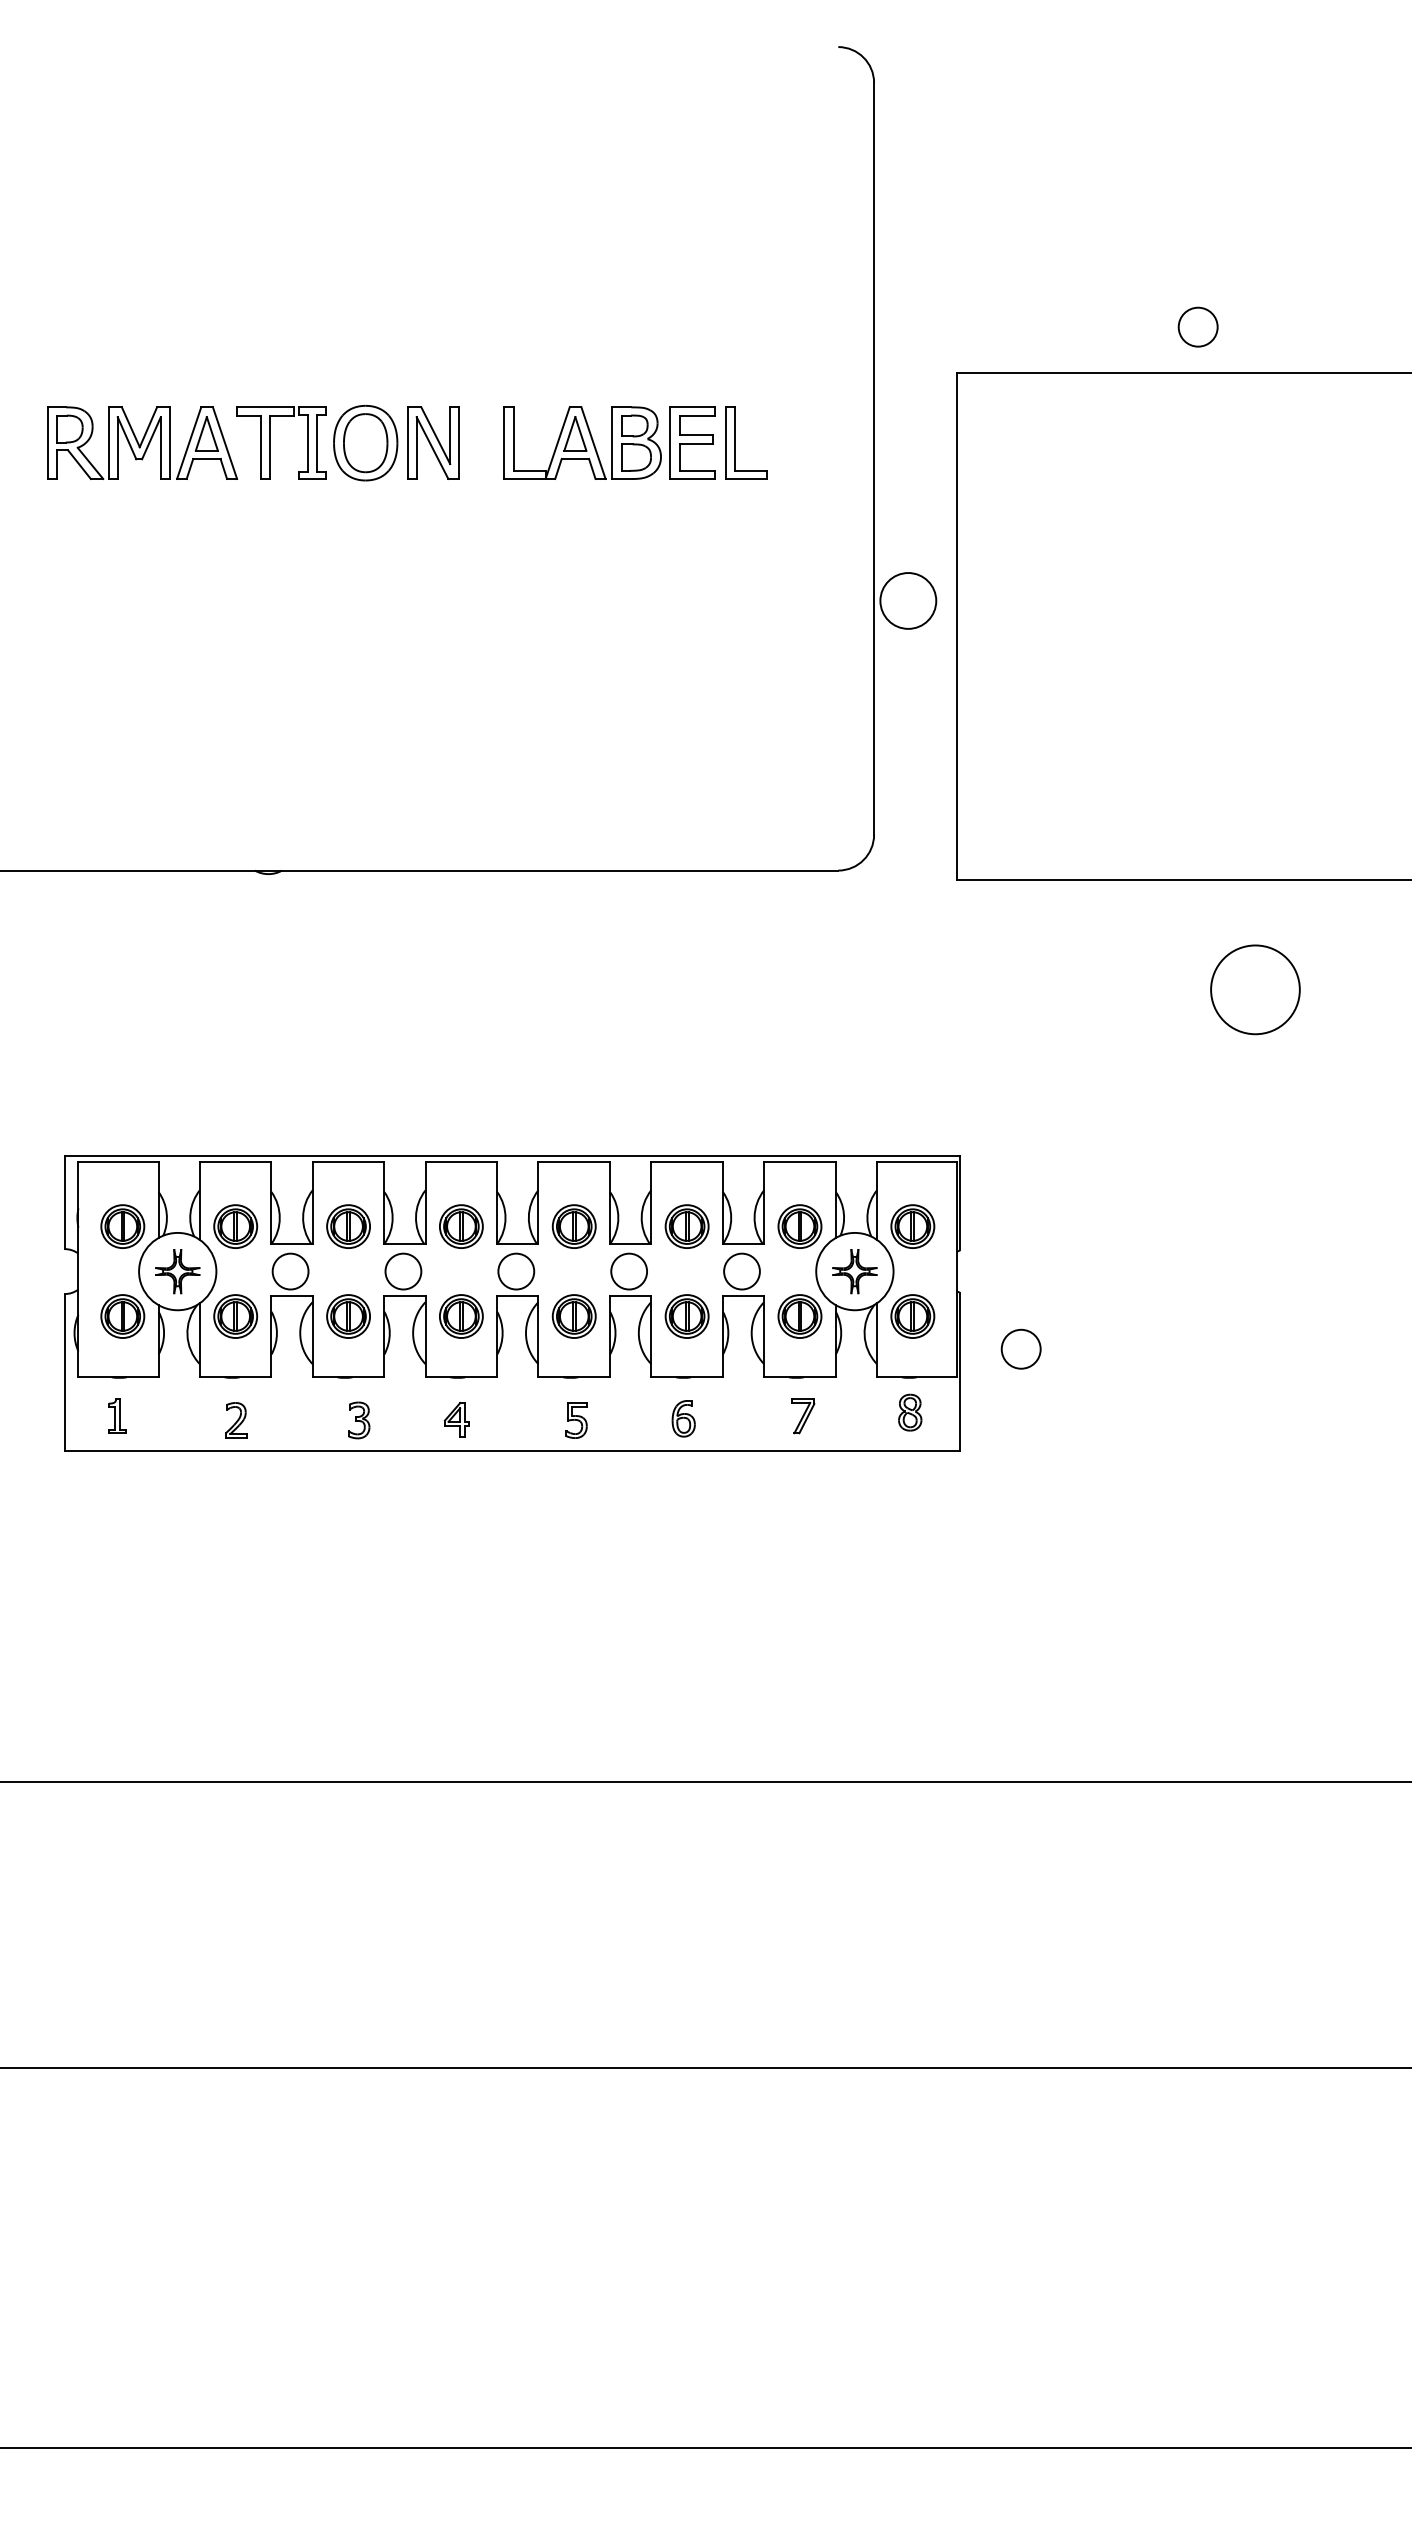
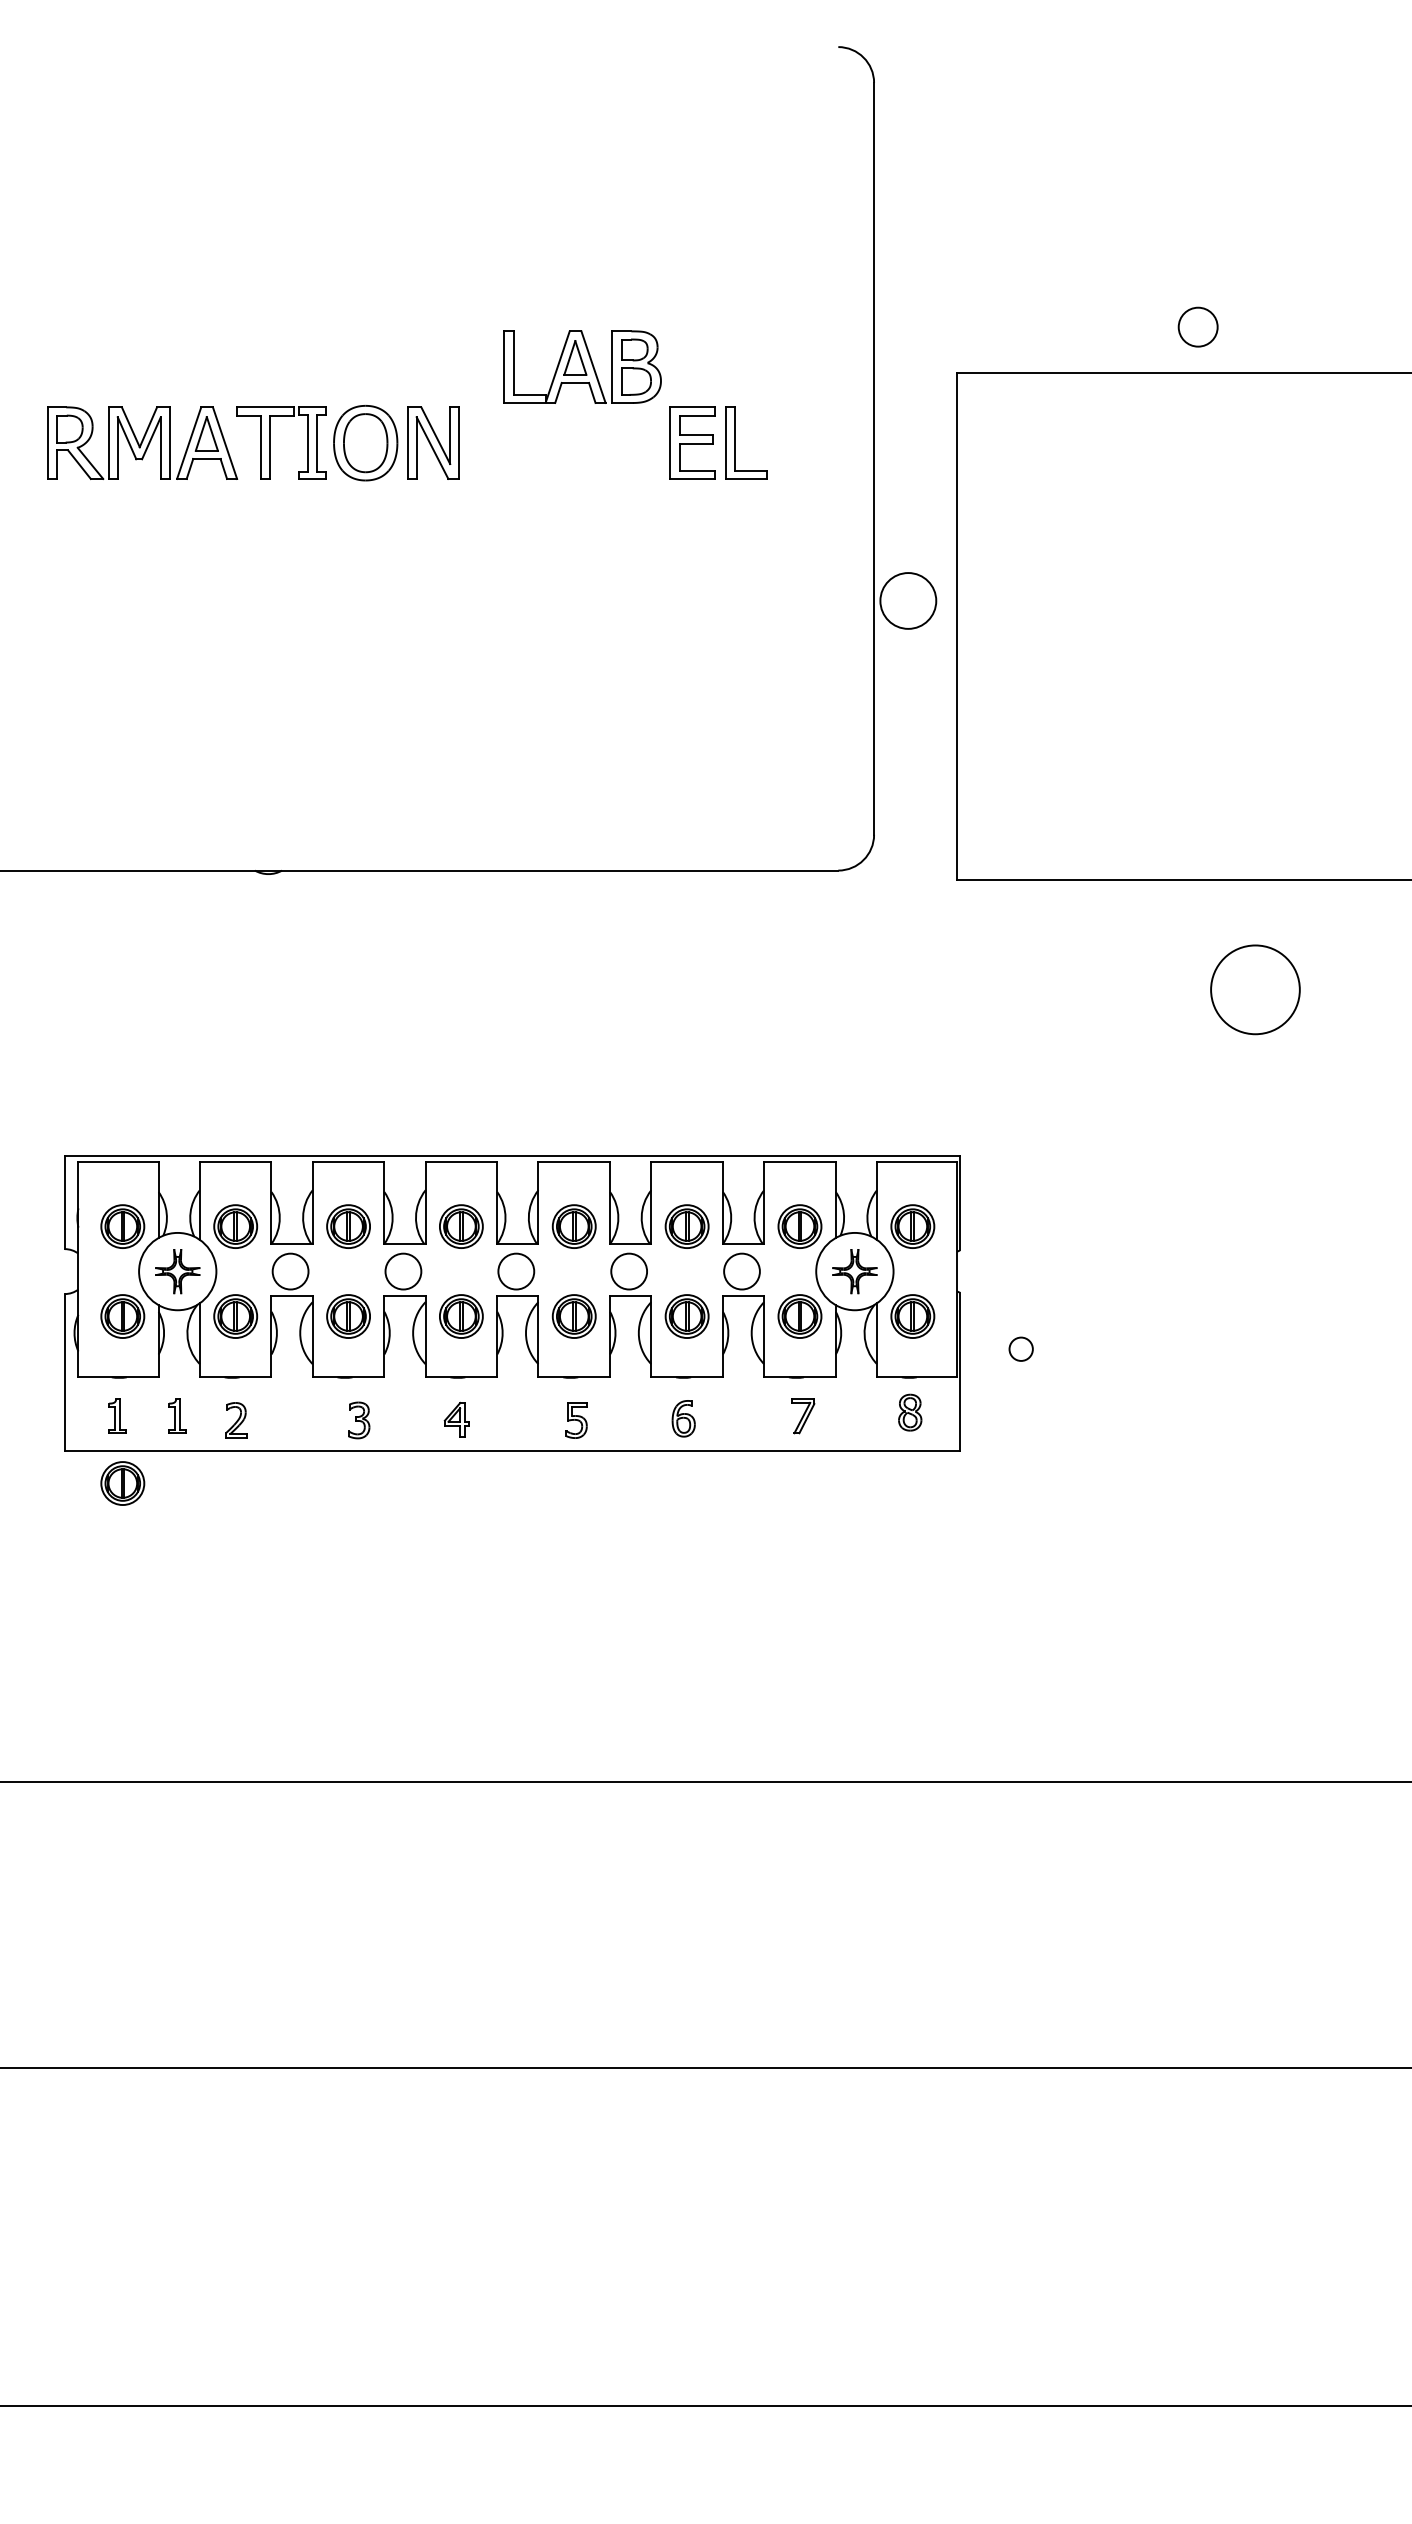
part at (582, 442) position: (582, 442) -> (582, 366)
circle at (1020, 1348) diameter: 39 px -> 23 px
part at (177, 1415): none -> present
part at (122, 1483): none -> present
line at (705, 2448) position: (705, 2448) -> (705, 2406)
